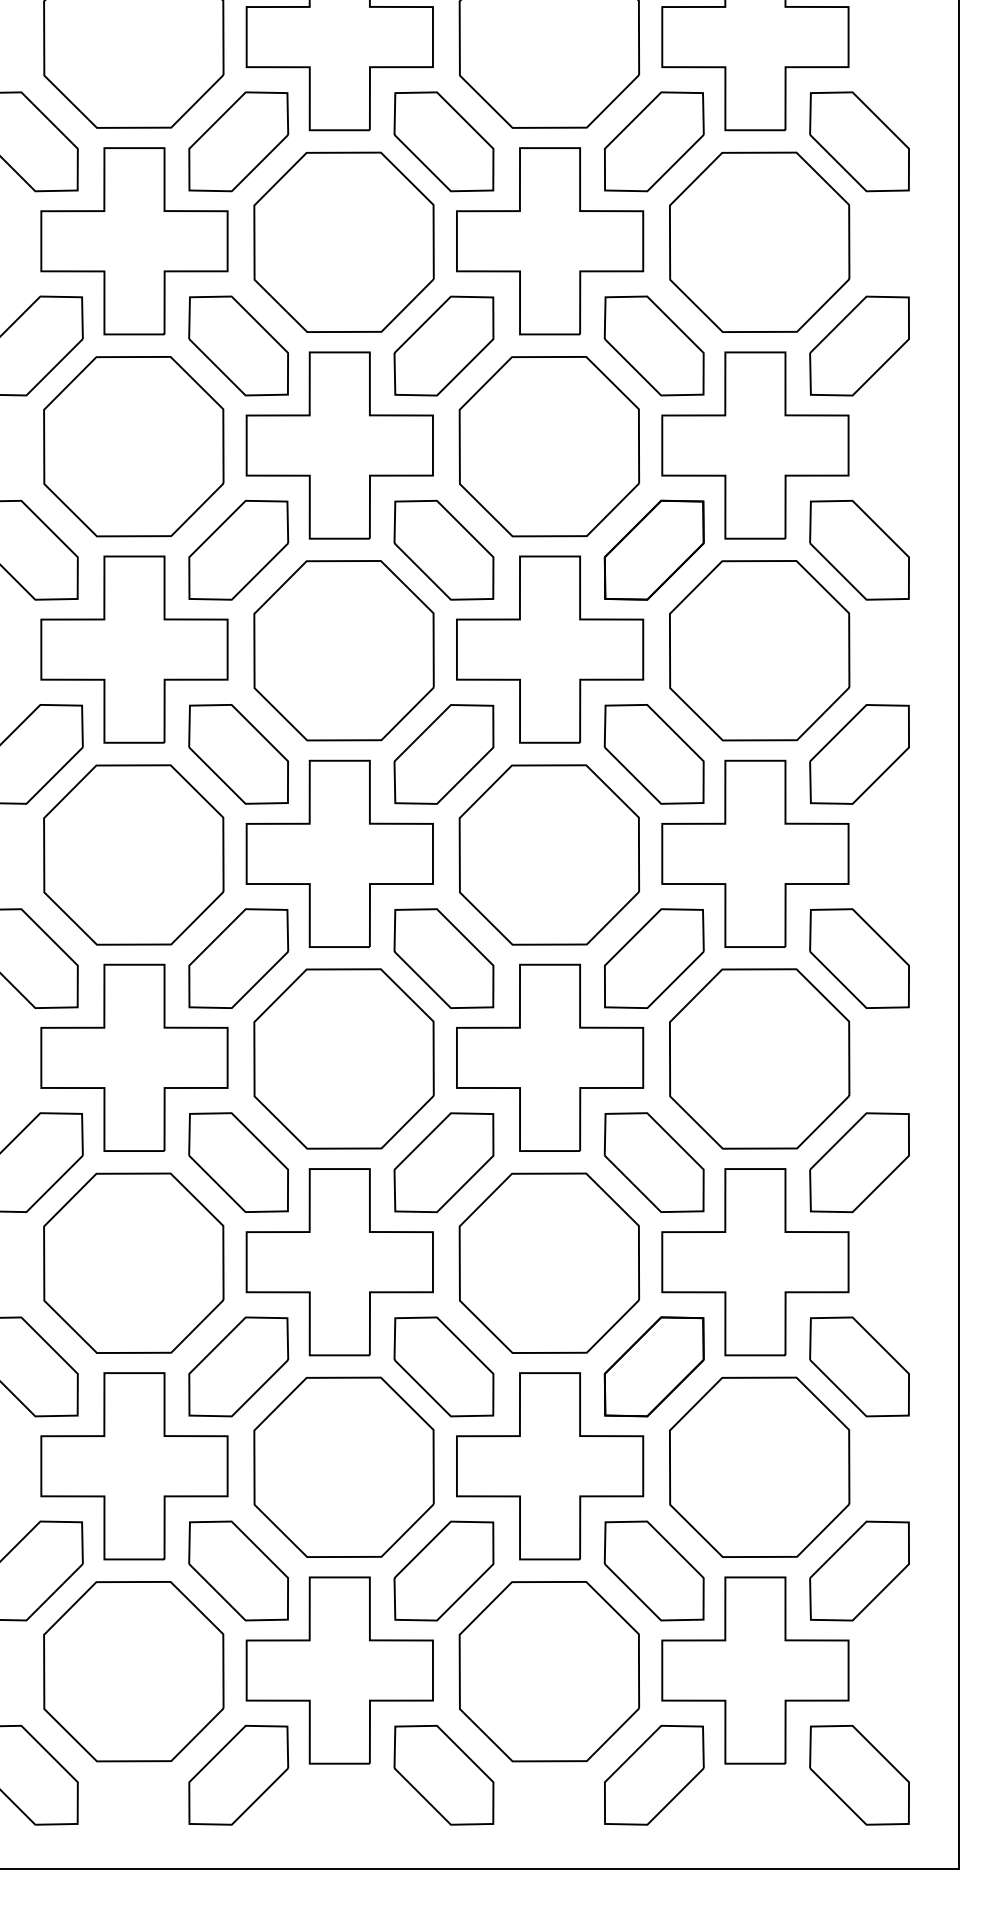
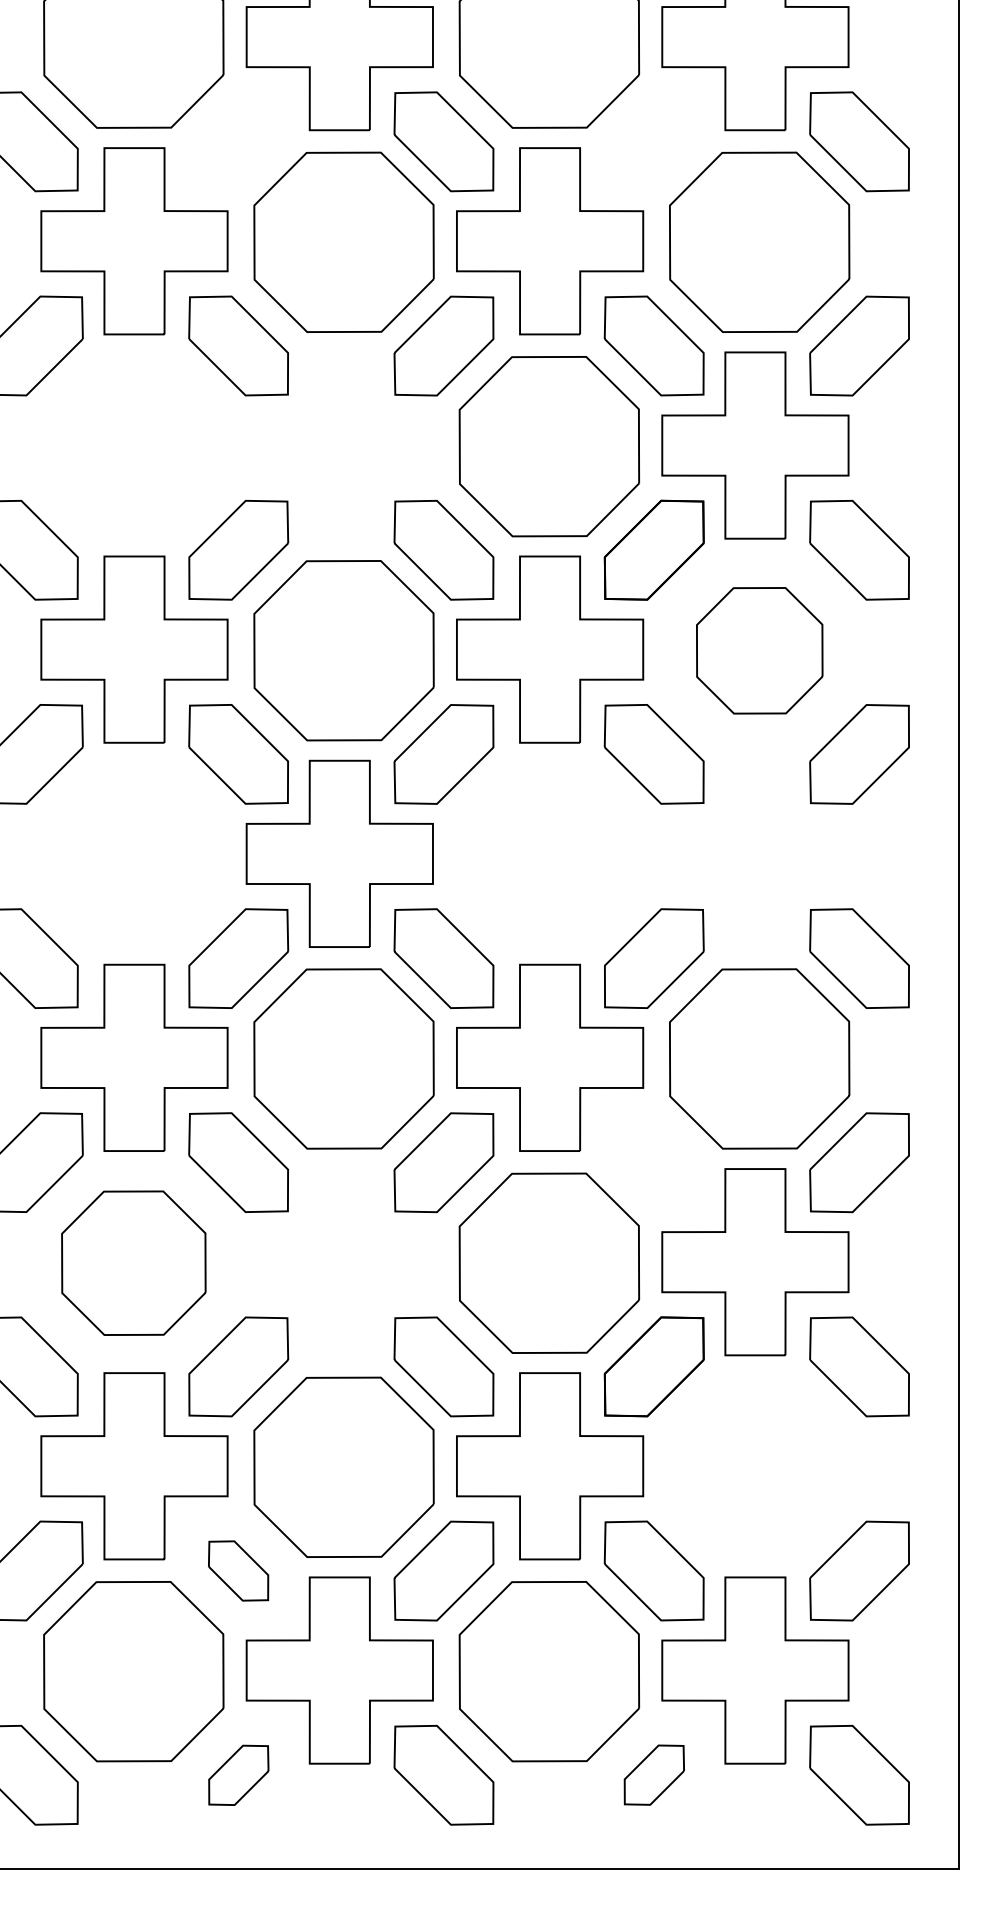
part at (238, 141): present -> none
part at (654, 141): present -> none
part at (339, 445): present -> none
part at (133, 446): present -> none
part at (759, 650) size: 182x182 px -> 128x128 px
part at (755, 853): present -> none
part at (133, 854): present -> none
part at (548, 854): present -> none
part at (653, 1162): present -> none
part at (133, 1262) size: 182x182 px -> 146x146 px
part at (339, 1262): present -> none
part at (759, 1466): present -> none
part at (238, 1570) size: 101x102 px -> 62x62 px
part at (654, 1774) size: 101x102 px -> 62x62 px
part at (238, 1775) size: 102x101 px -> 62x62 px
